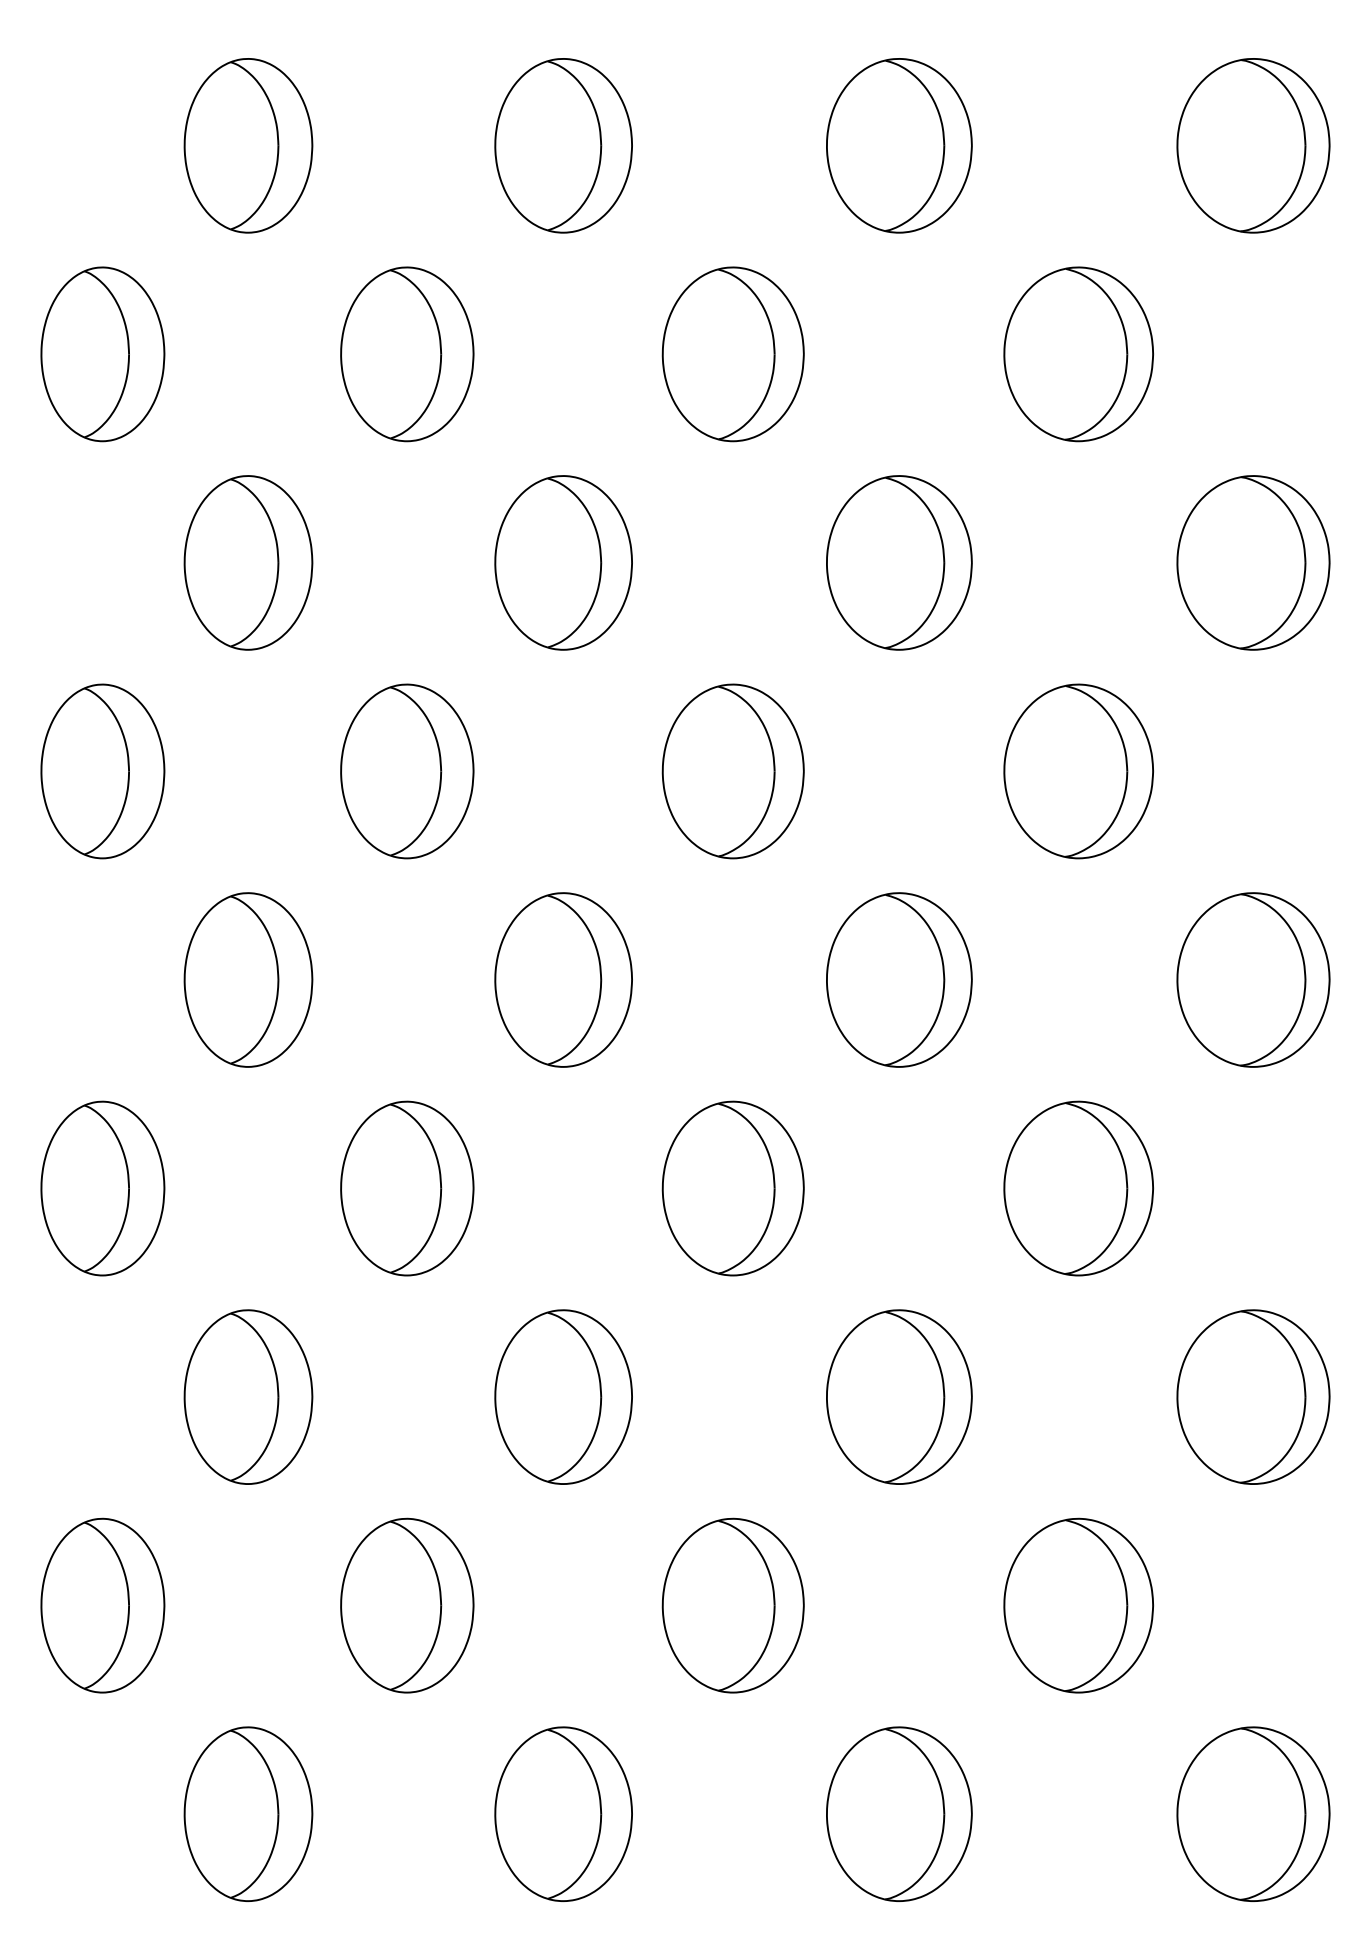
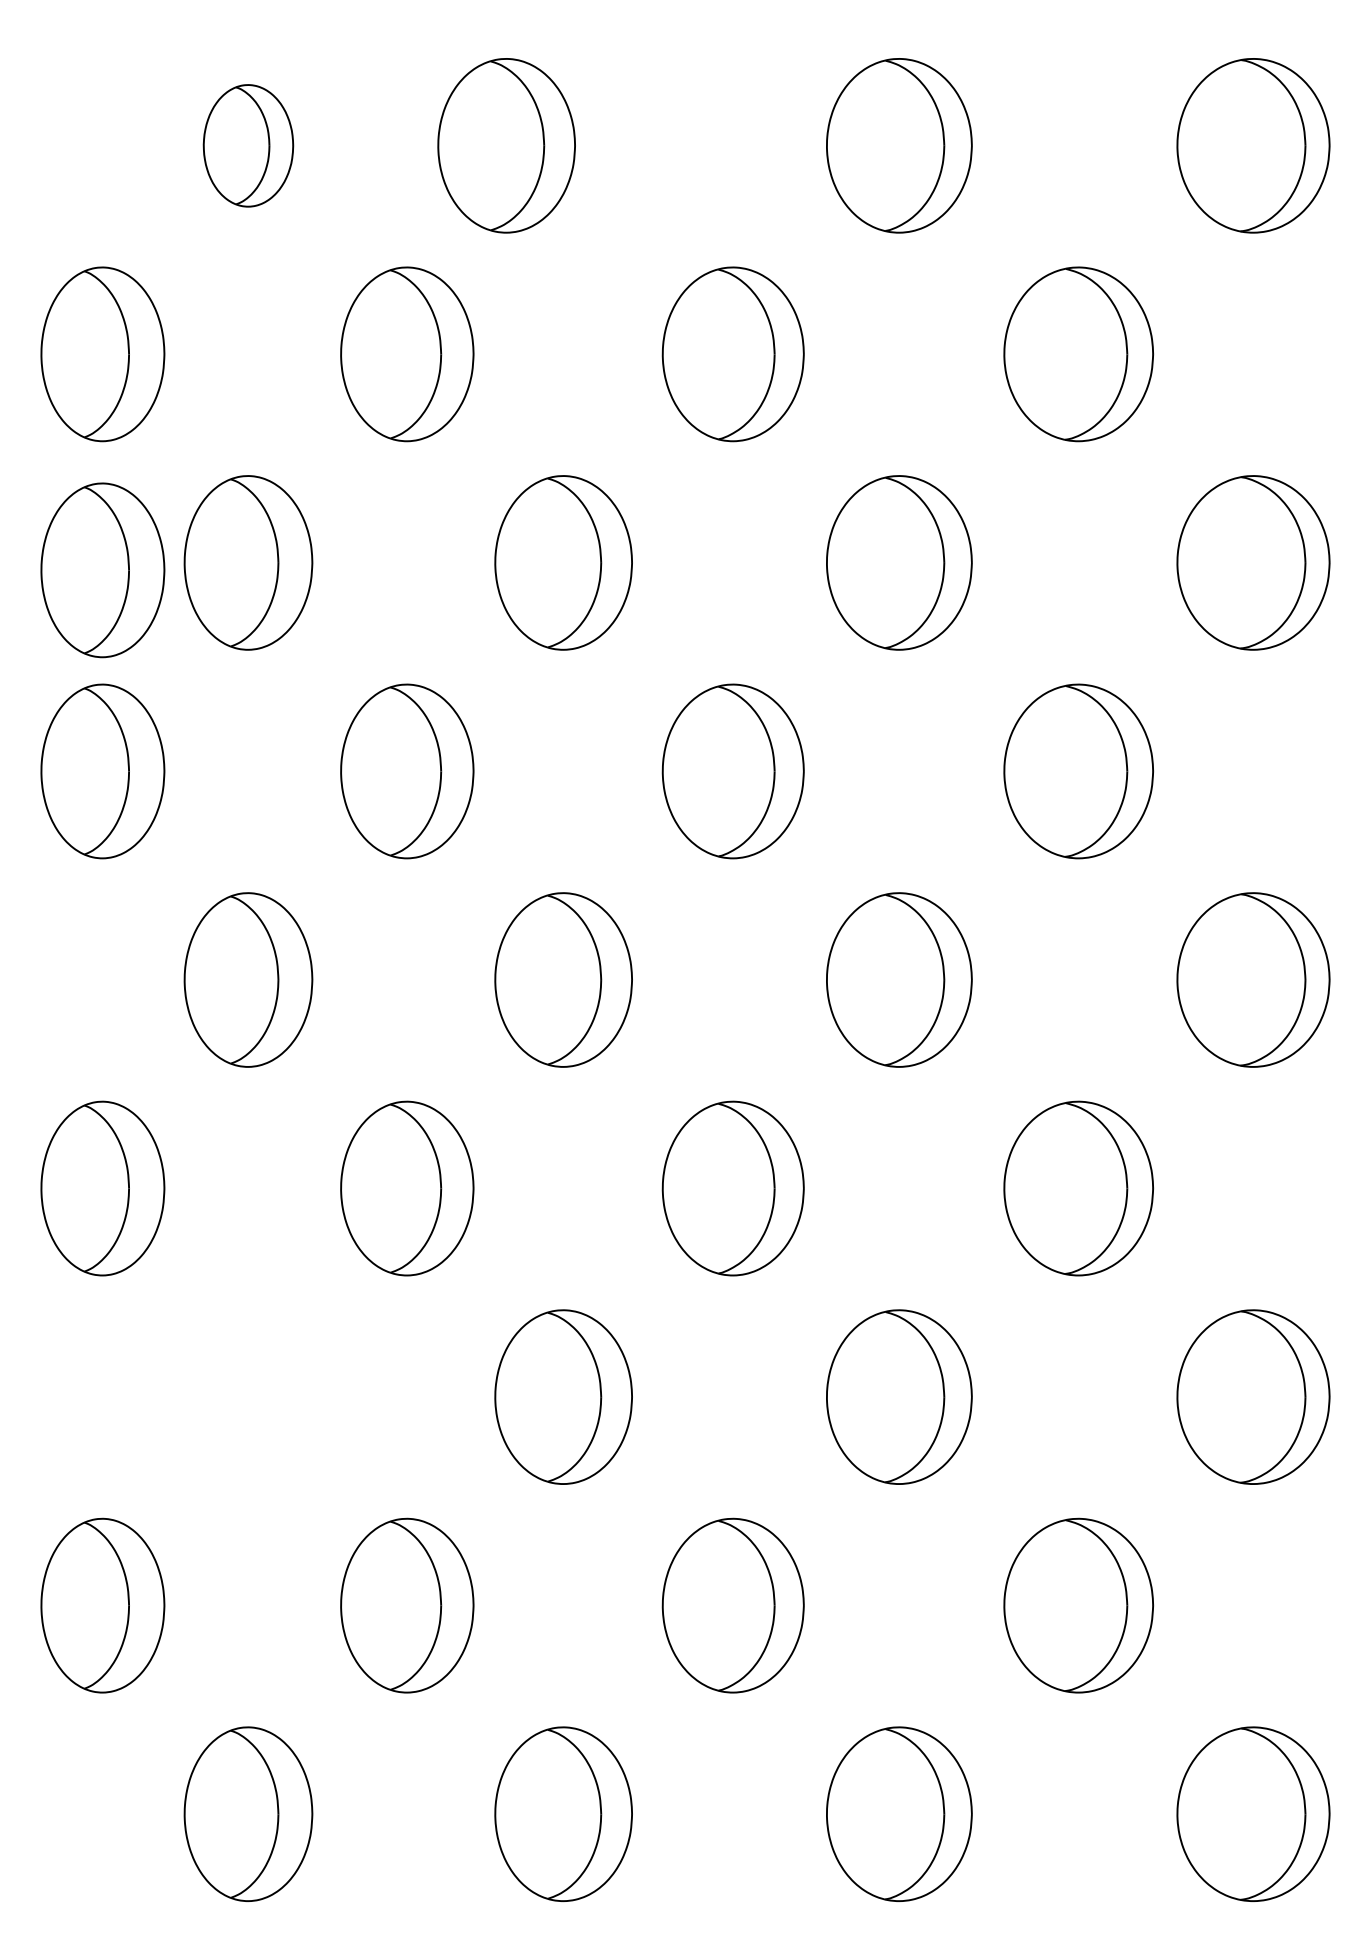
part at (248, 145) size: 131x176 px -> 93x124 px
part at (563, 145) position: (563, 145) -> (506, 145)
part at (102, 570): none -> present
part at (248, 1396): present -> none
